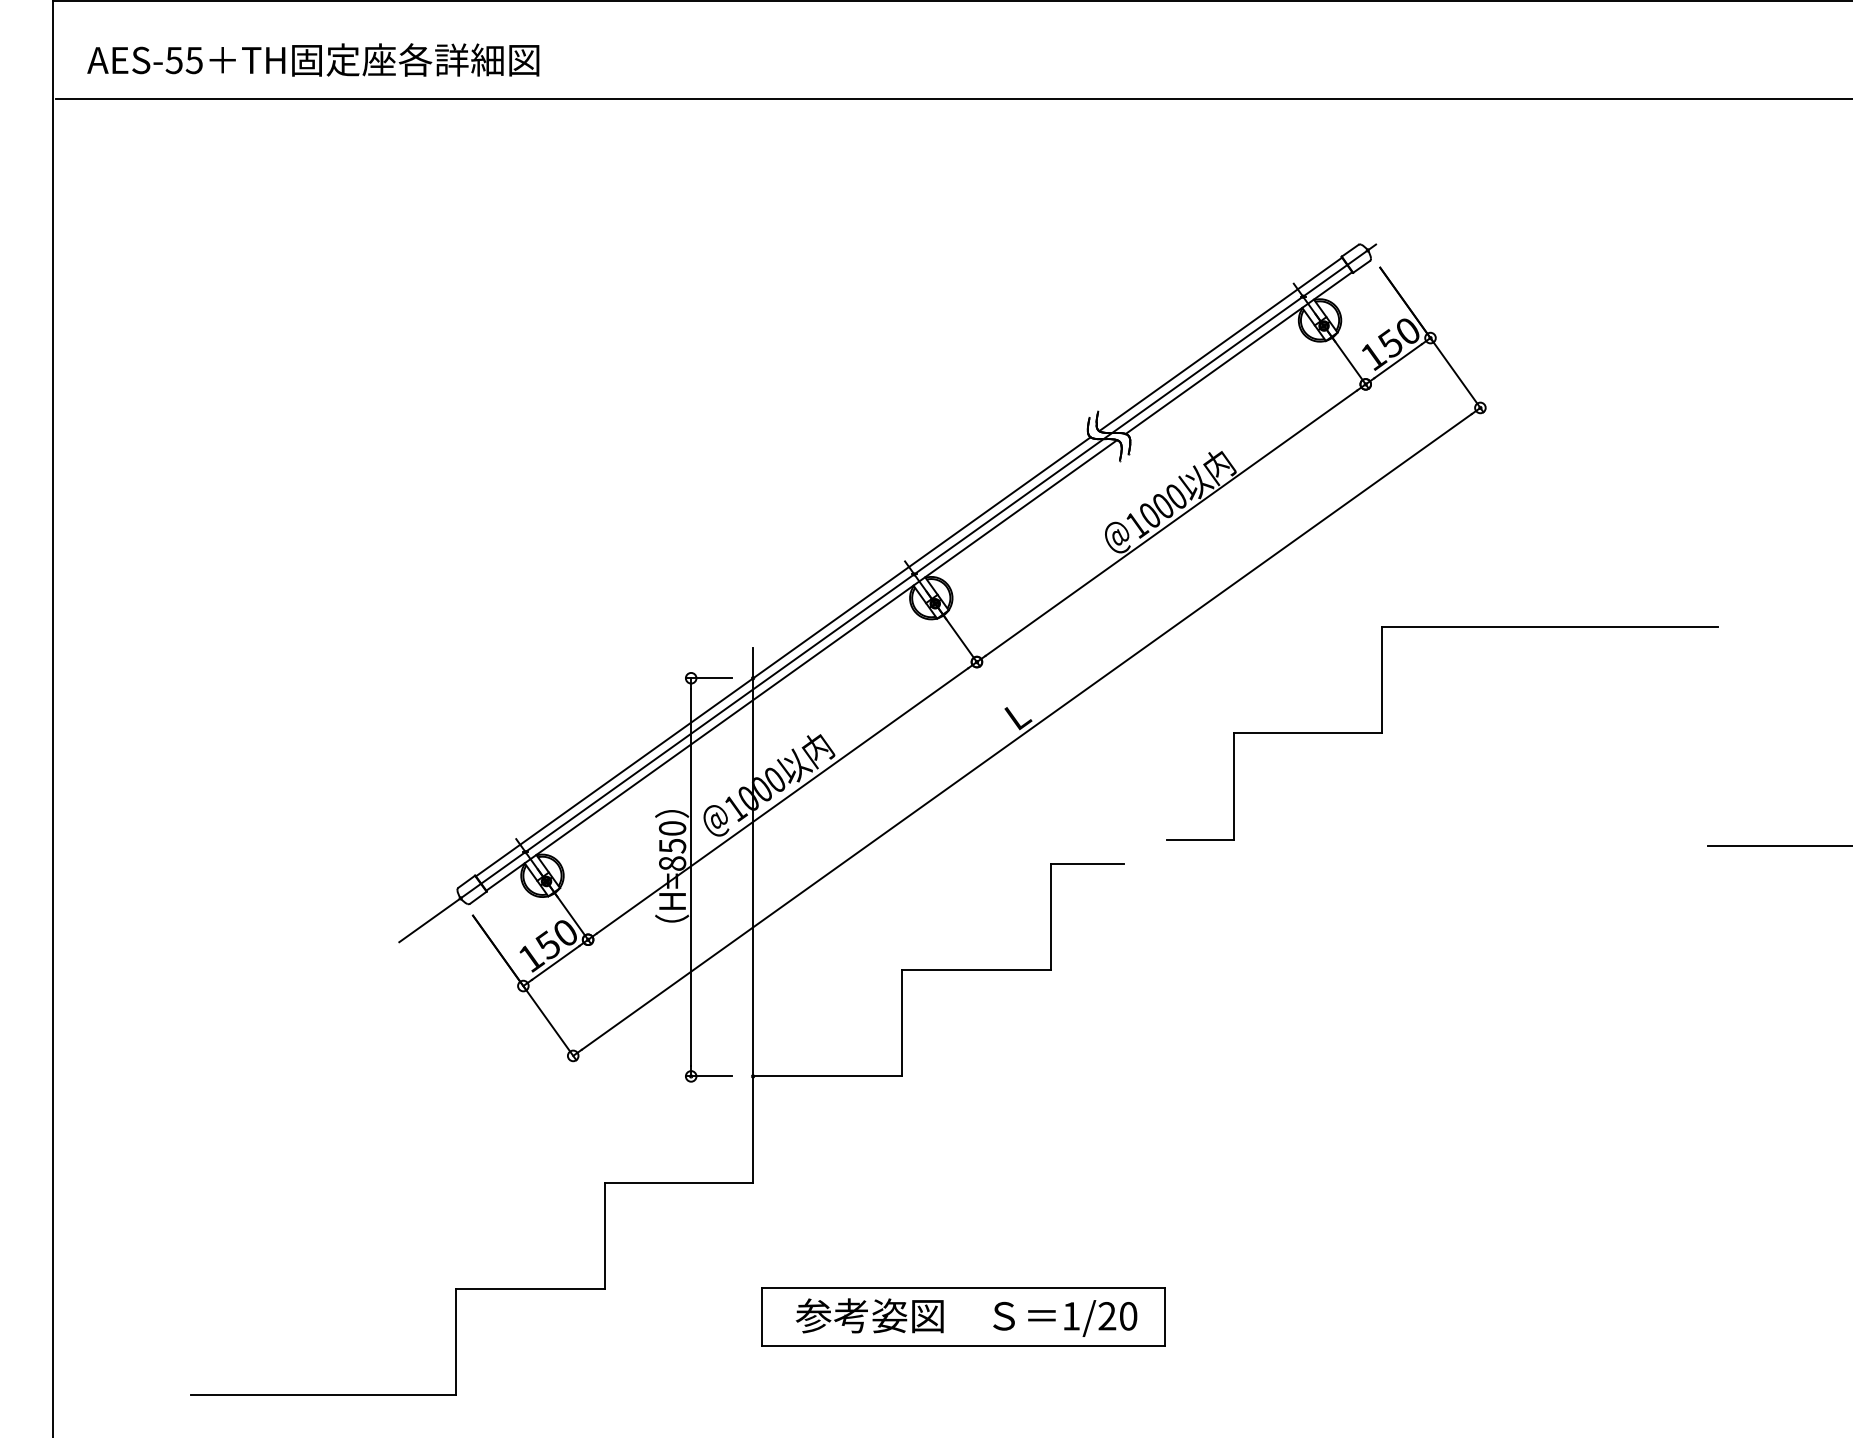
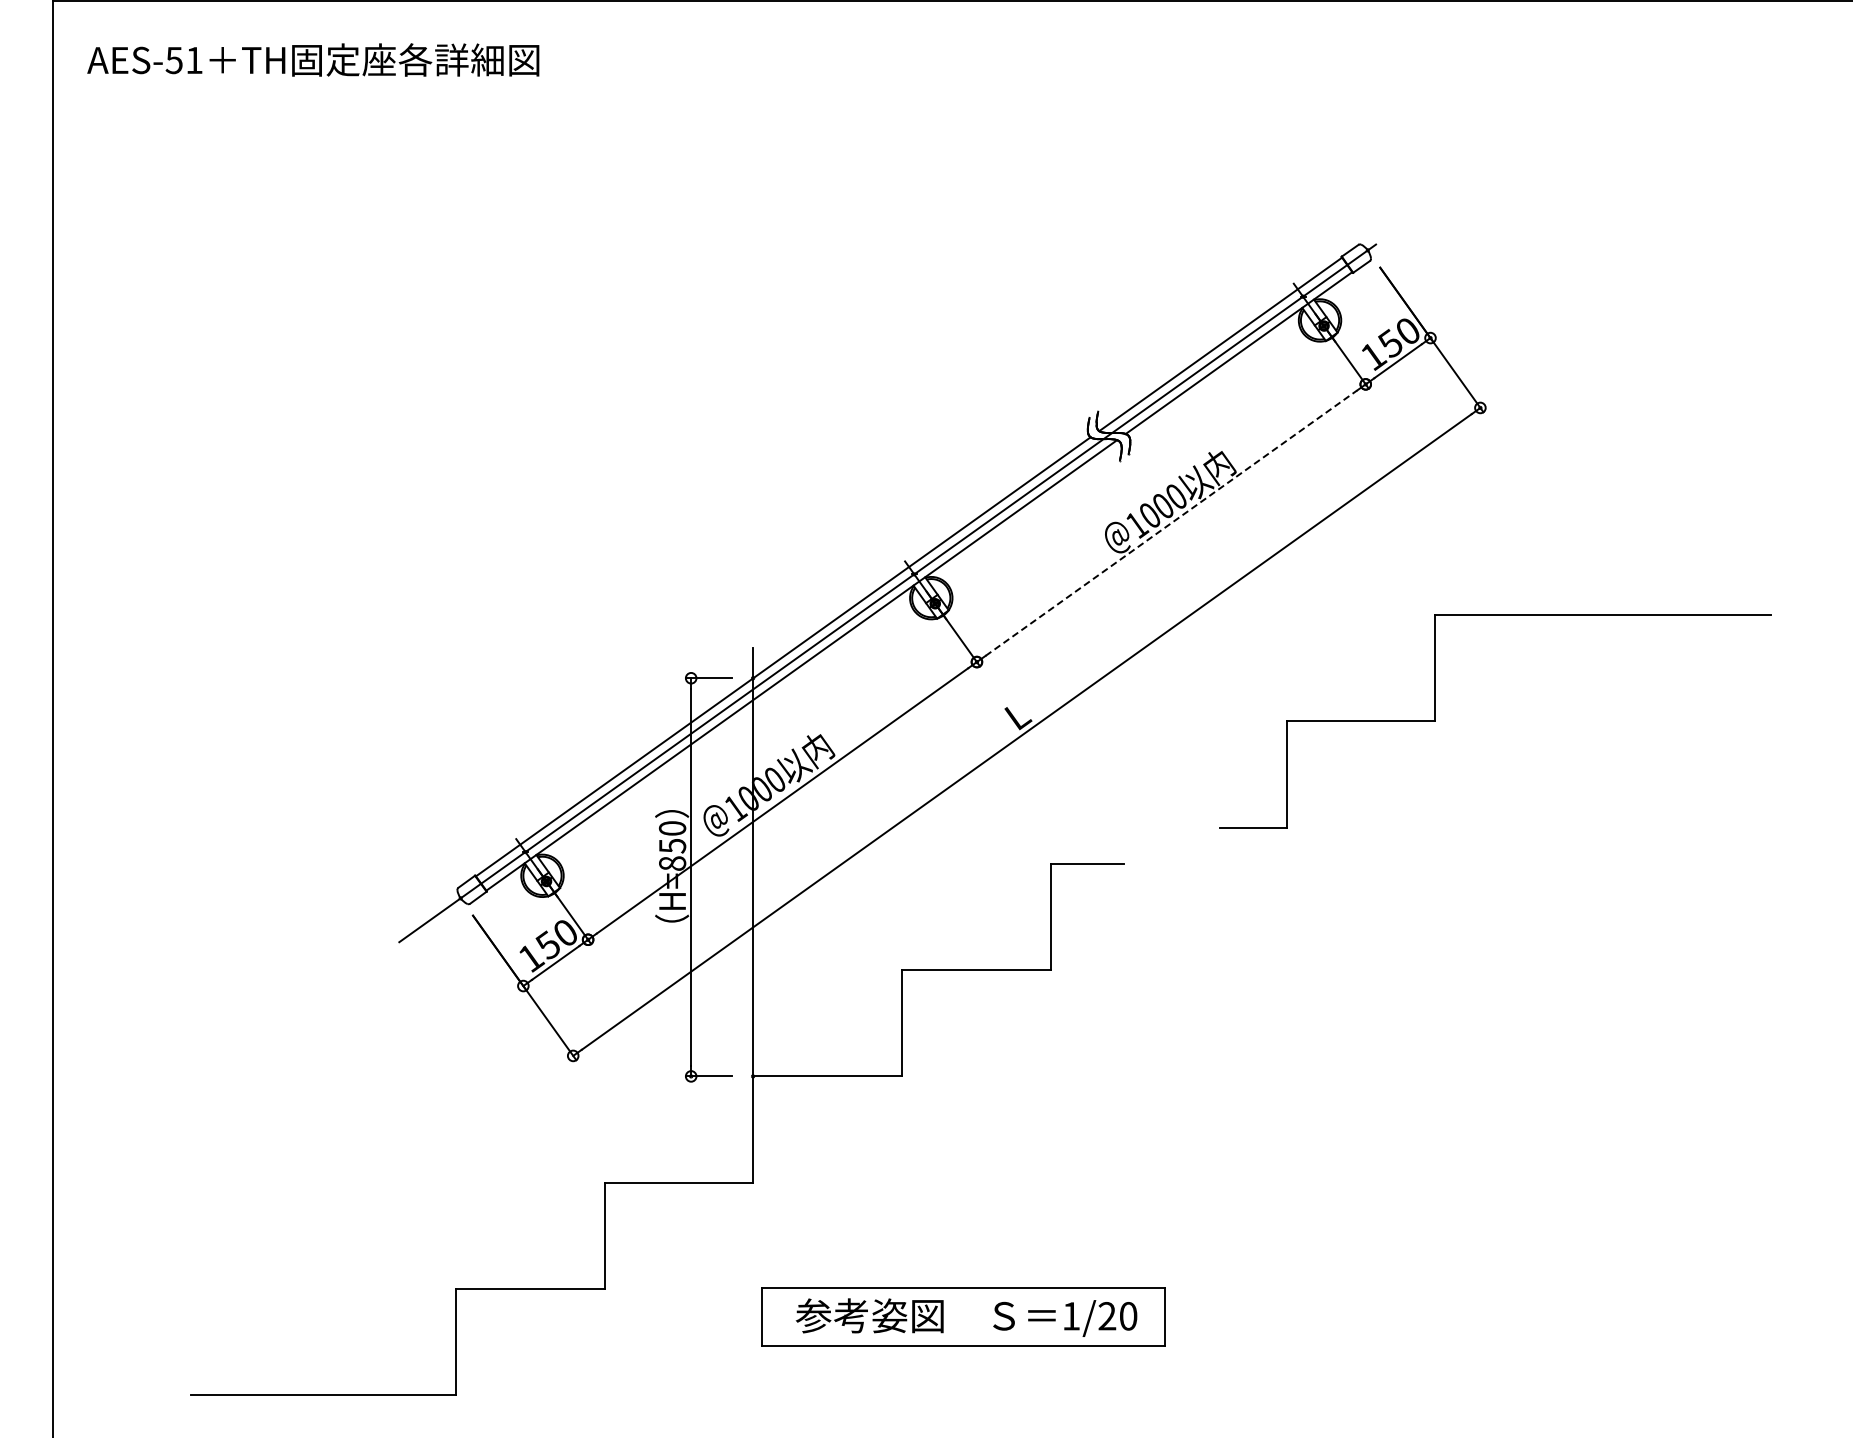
text at (193, 60): AES-55 -> AES-51
line at (952, 98): present -> none
line at (1171, 522): solid -> dashed
part at (1382, 733) position: (1382, 733) -> (1435, 721)
line at (1778, 846): present -> none
